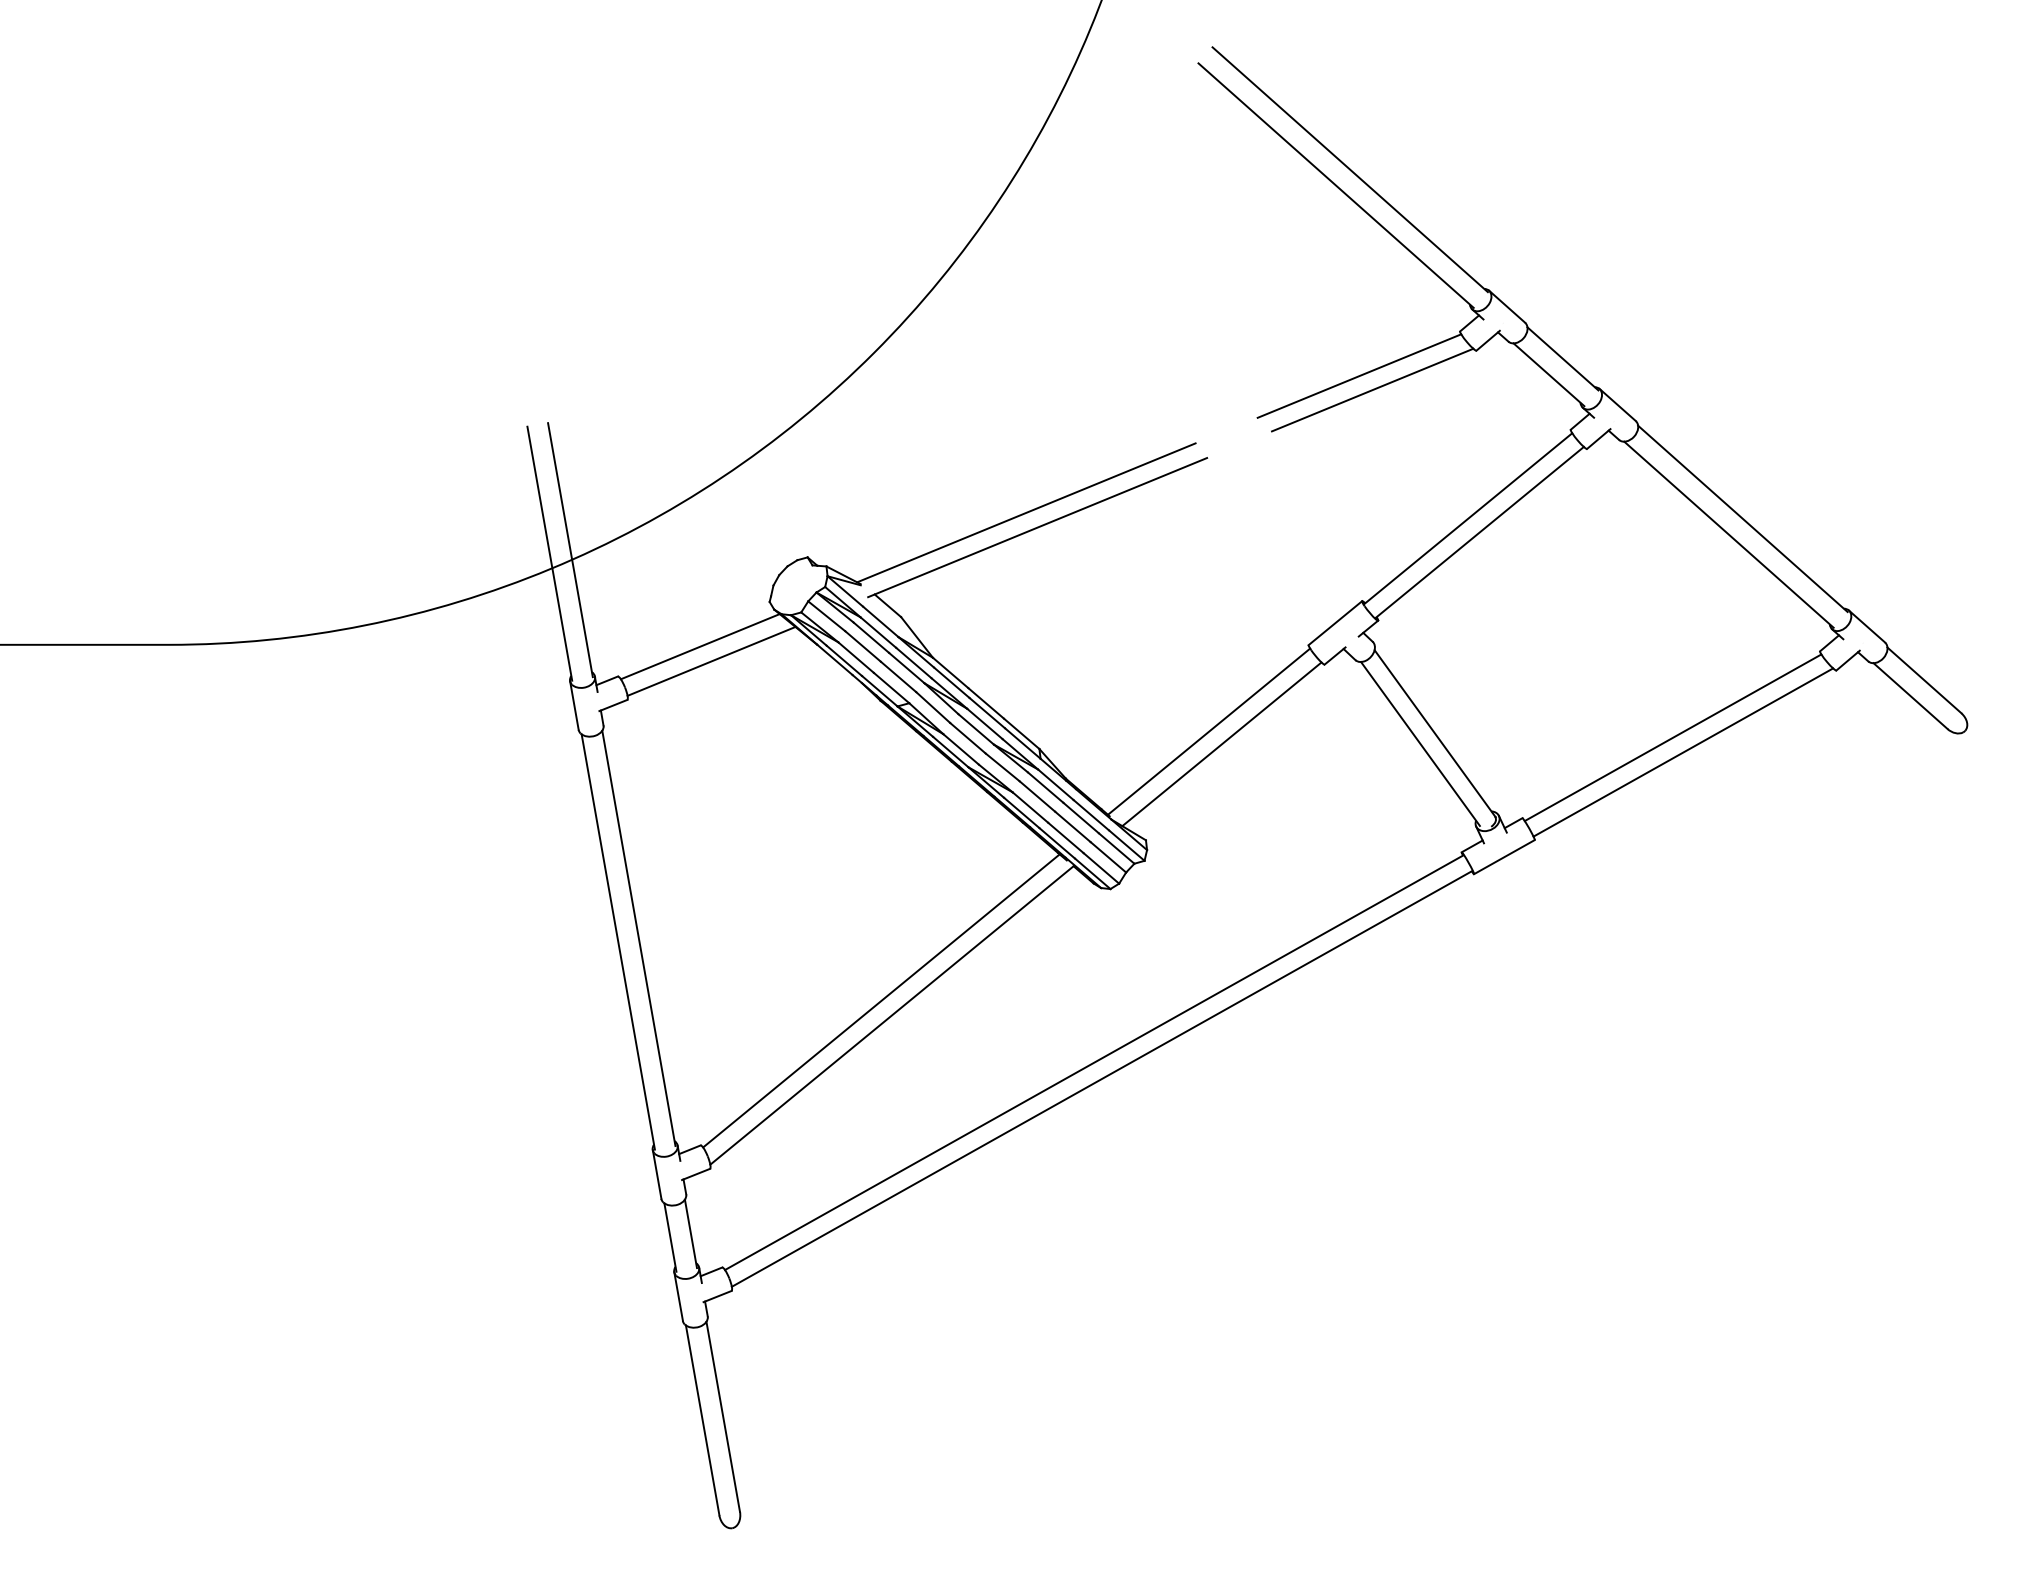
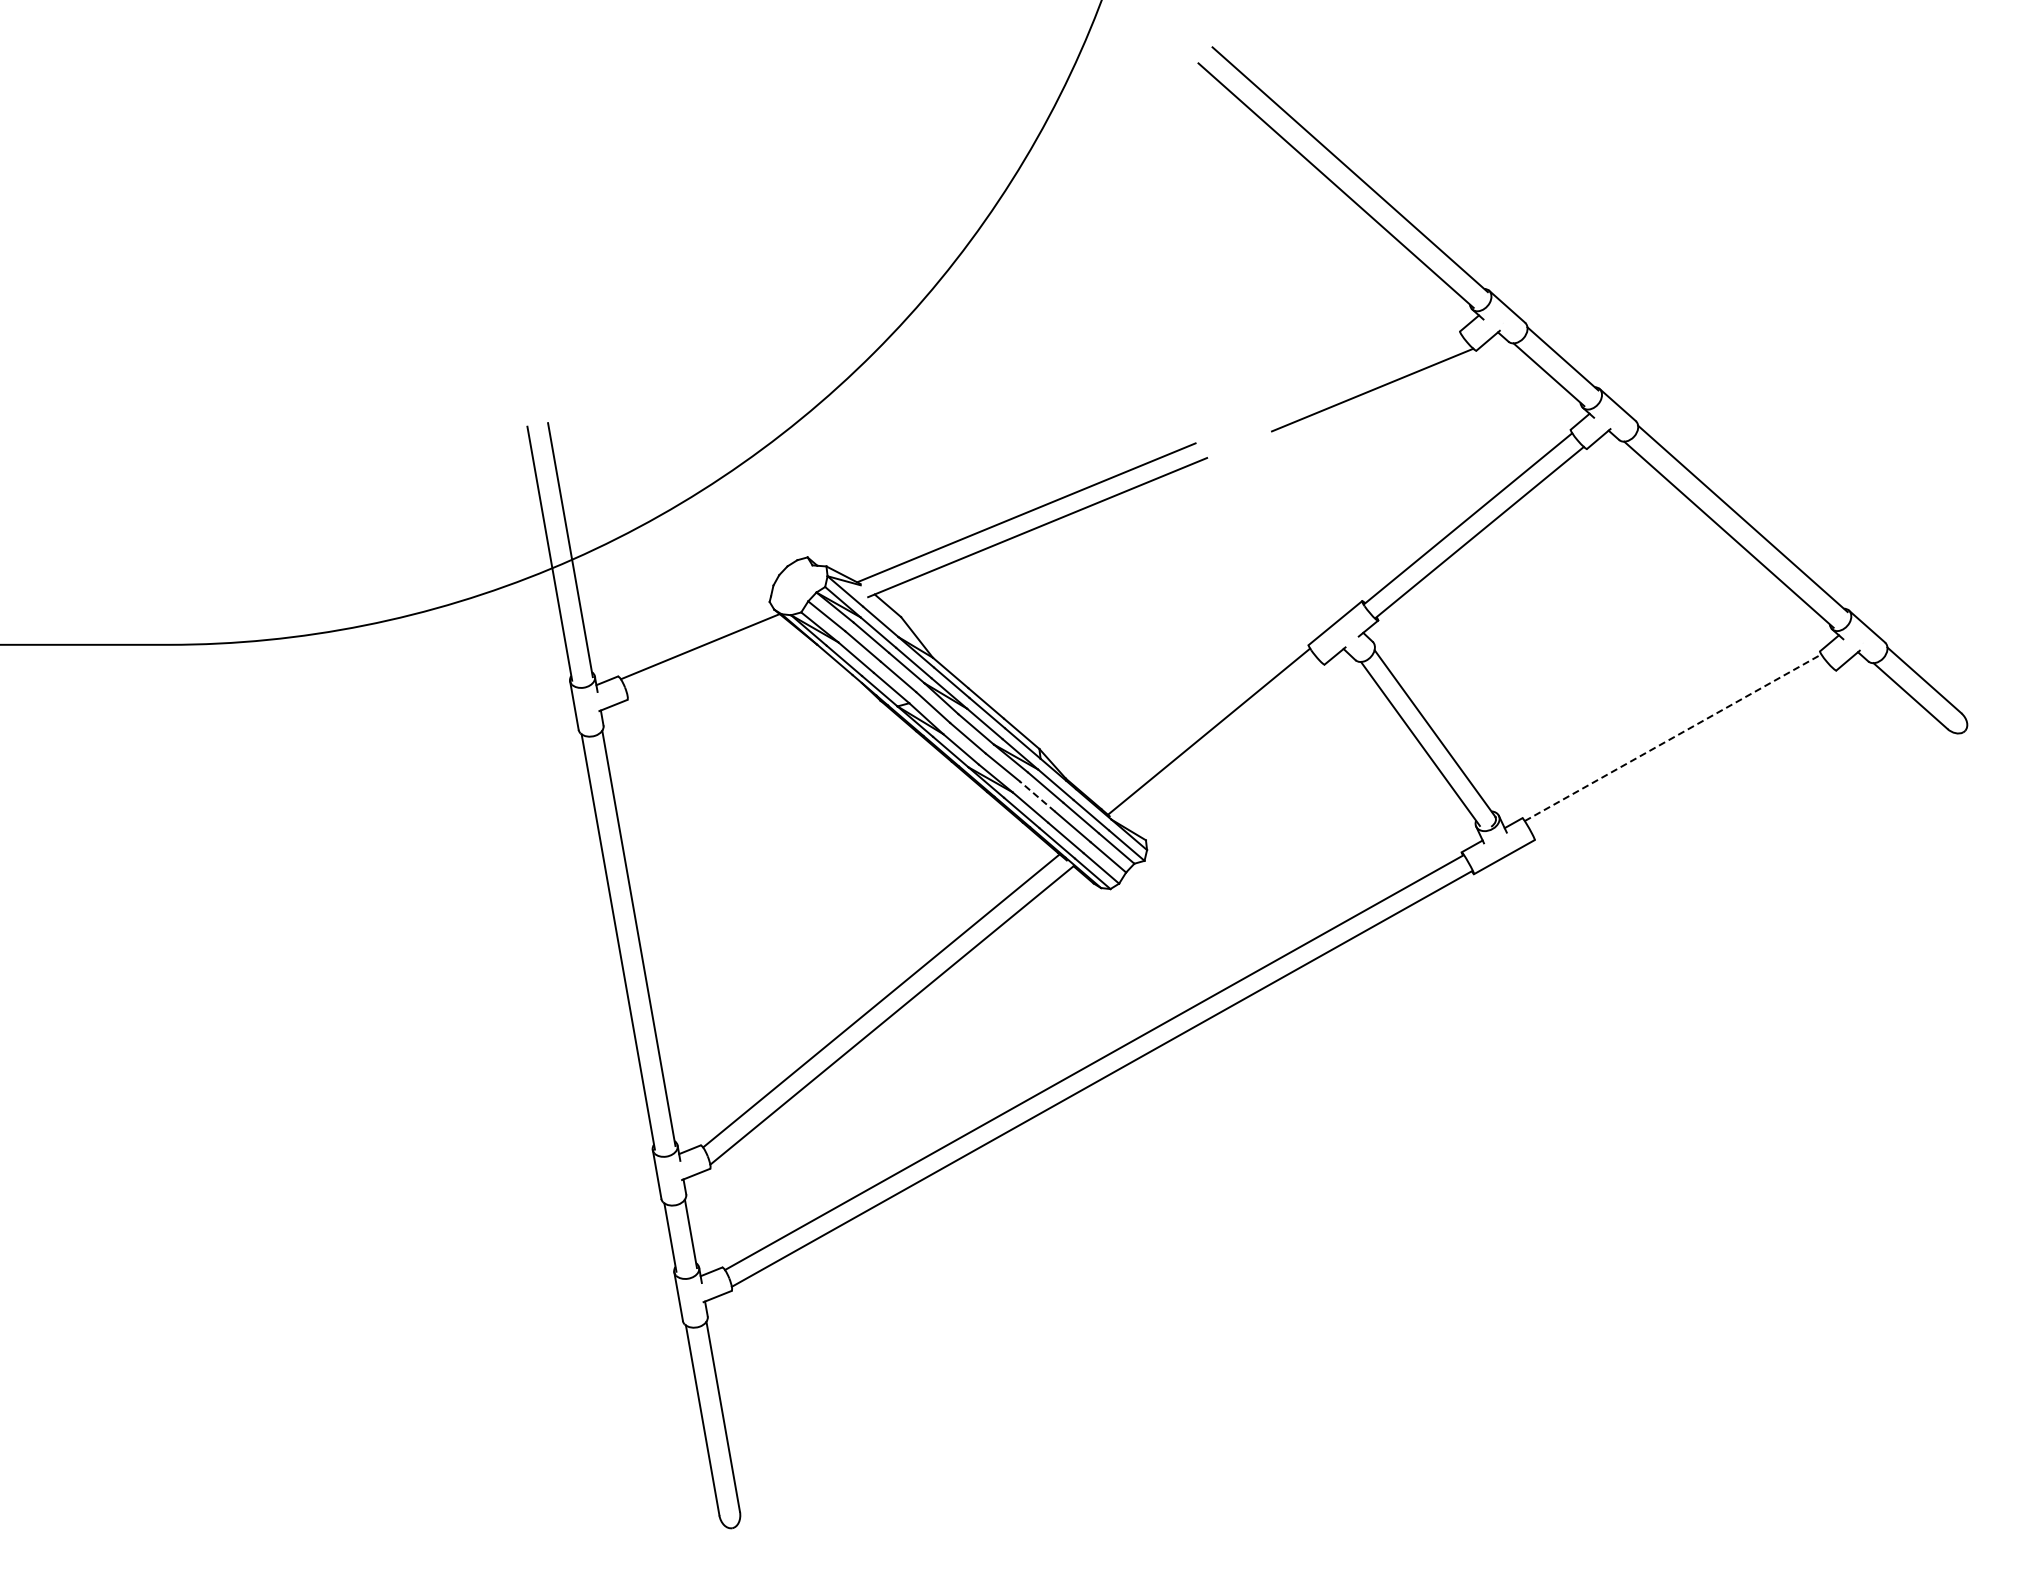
line at (1359, 375): present -> none
line at (711, 660): present -> none
line at (1673, 737): solid -> dashed
line at (1221, 744): present -> none
line at (1683, 752): present -> none
line at (1037, 796): solid -> dashed
